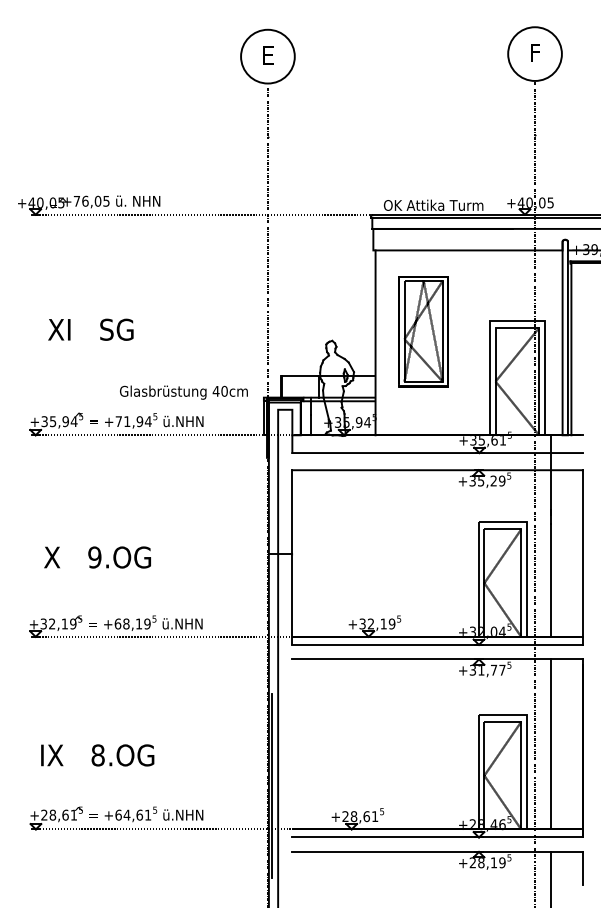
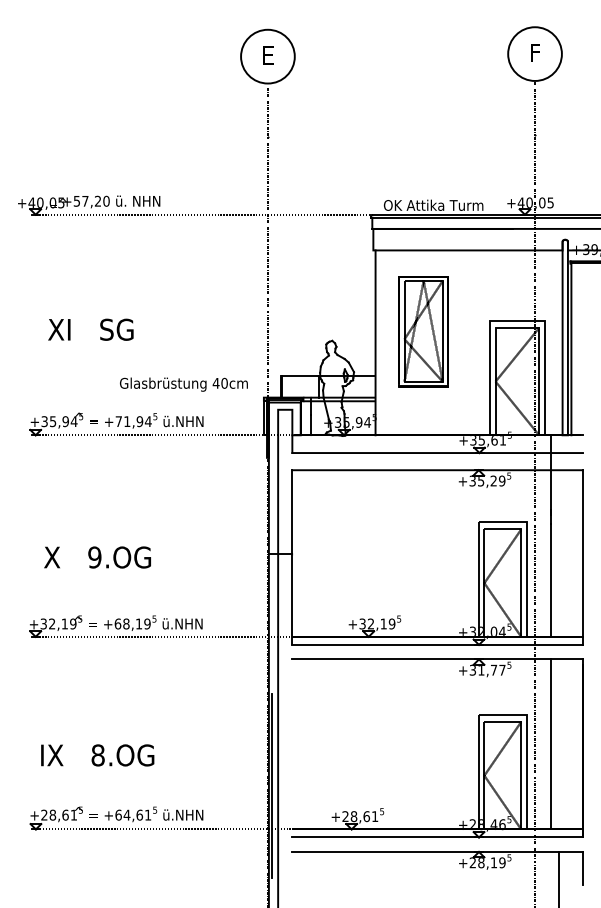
text at (91, 200): +76,05 -> +57,20
text at (183, 392) position: (183, 392) -> (183, 384)
line at (550, 878) position: (550, 878) -> (558, 878)
